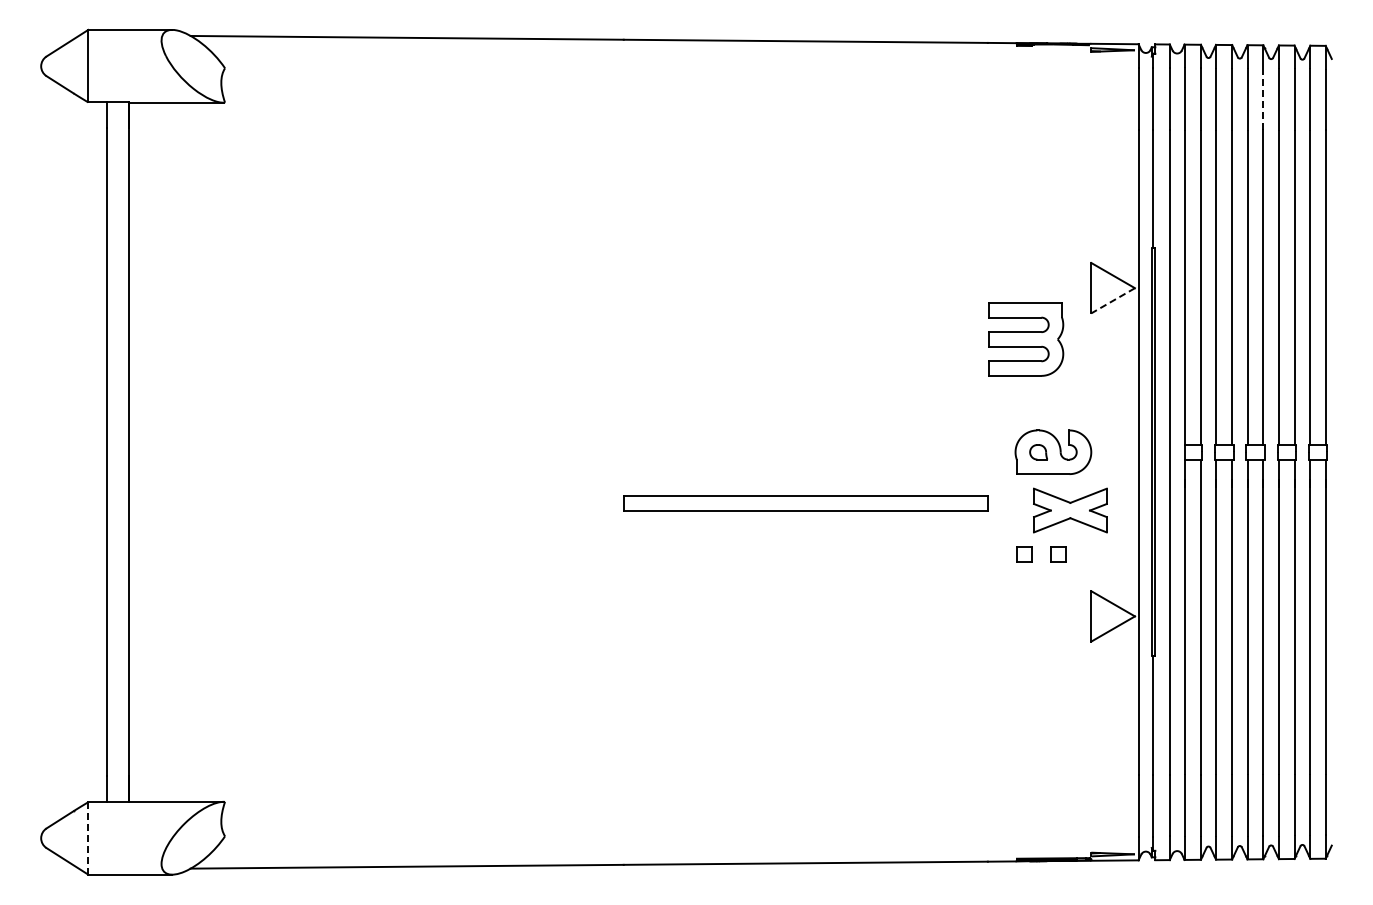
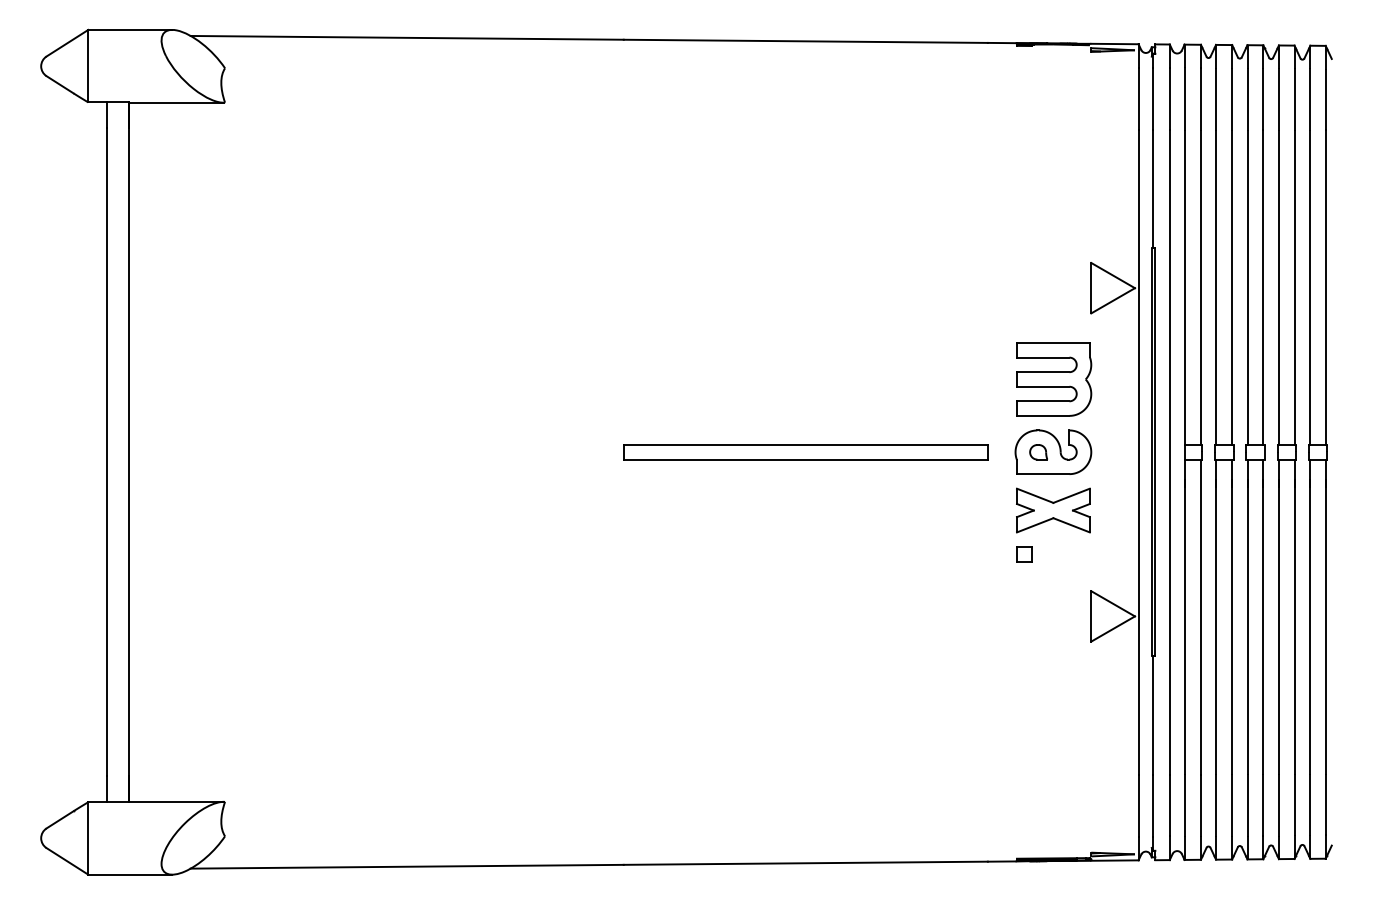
line at (1263, 98): dashed -> solid
line at (1112, 301): dashed -> solid
part at (1026, 339) position: (1026, 339) -> (1054, 379)
part at (805, 503) position: (805, 503) -> (805, 452)
part at (1070, 510) position: (1070, 510) -> (1053, 510)
part at (1058, 554): present -> none
line at (88, 838): dashed -> solid
